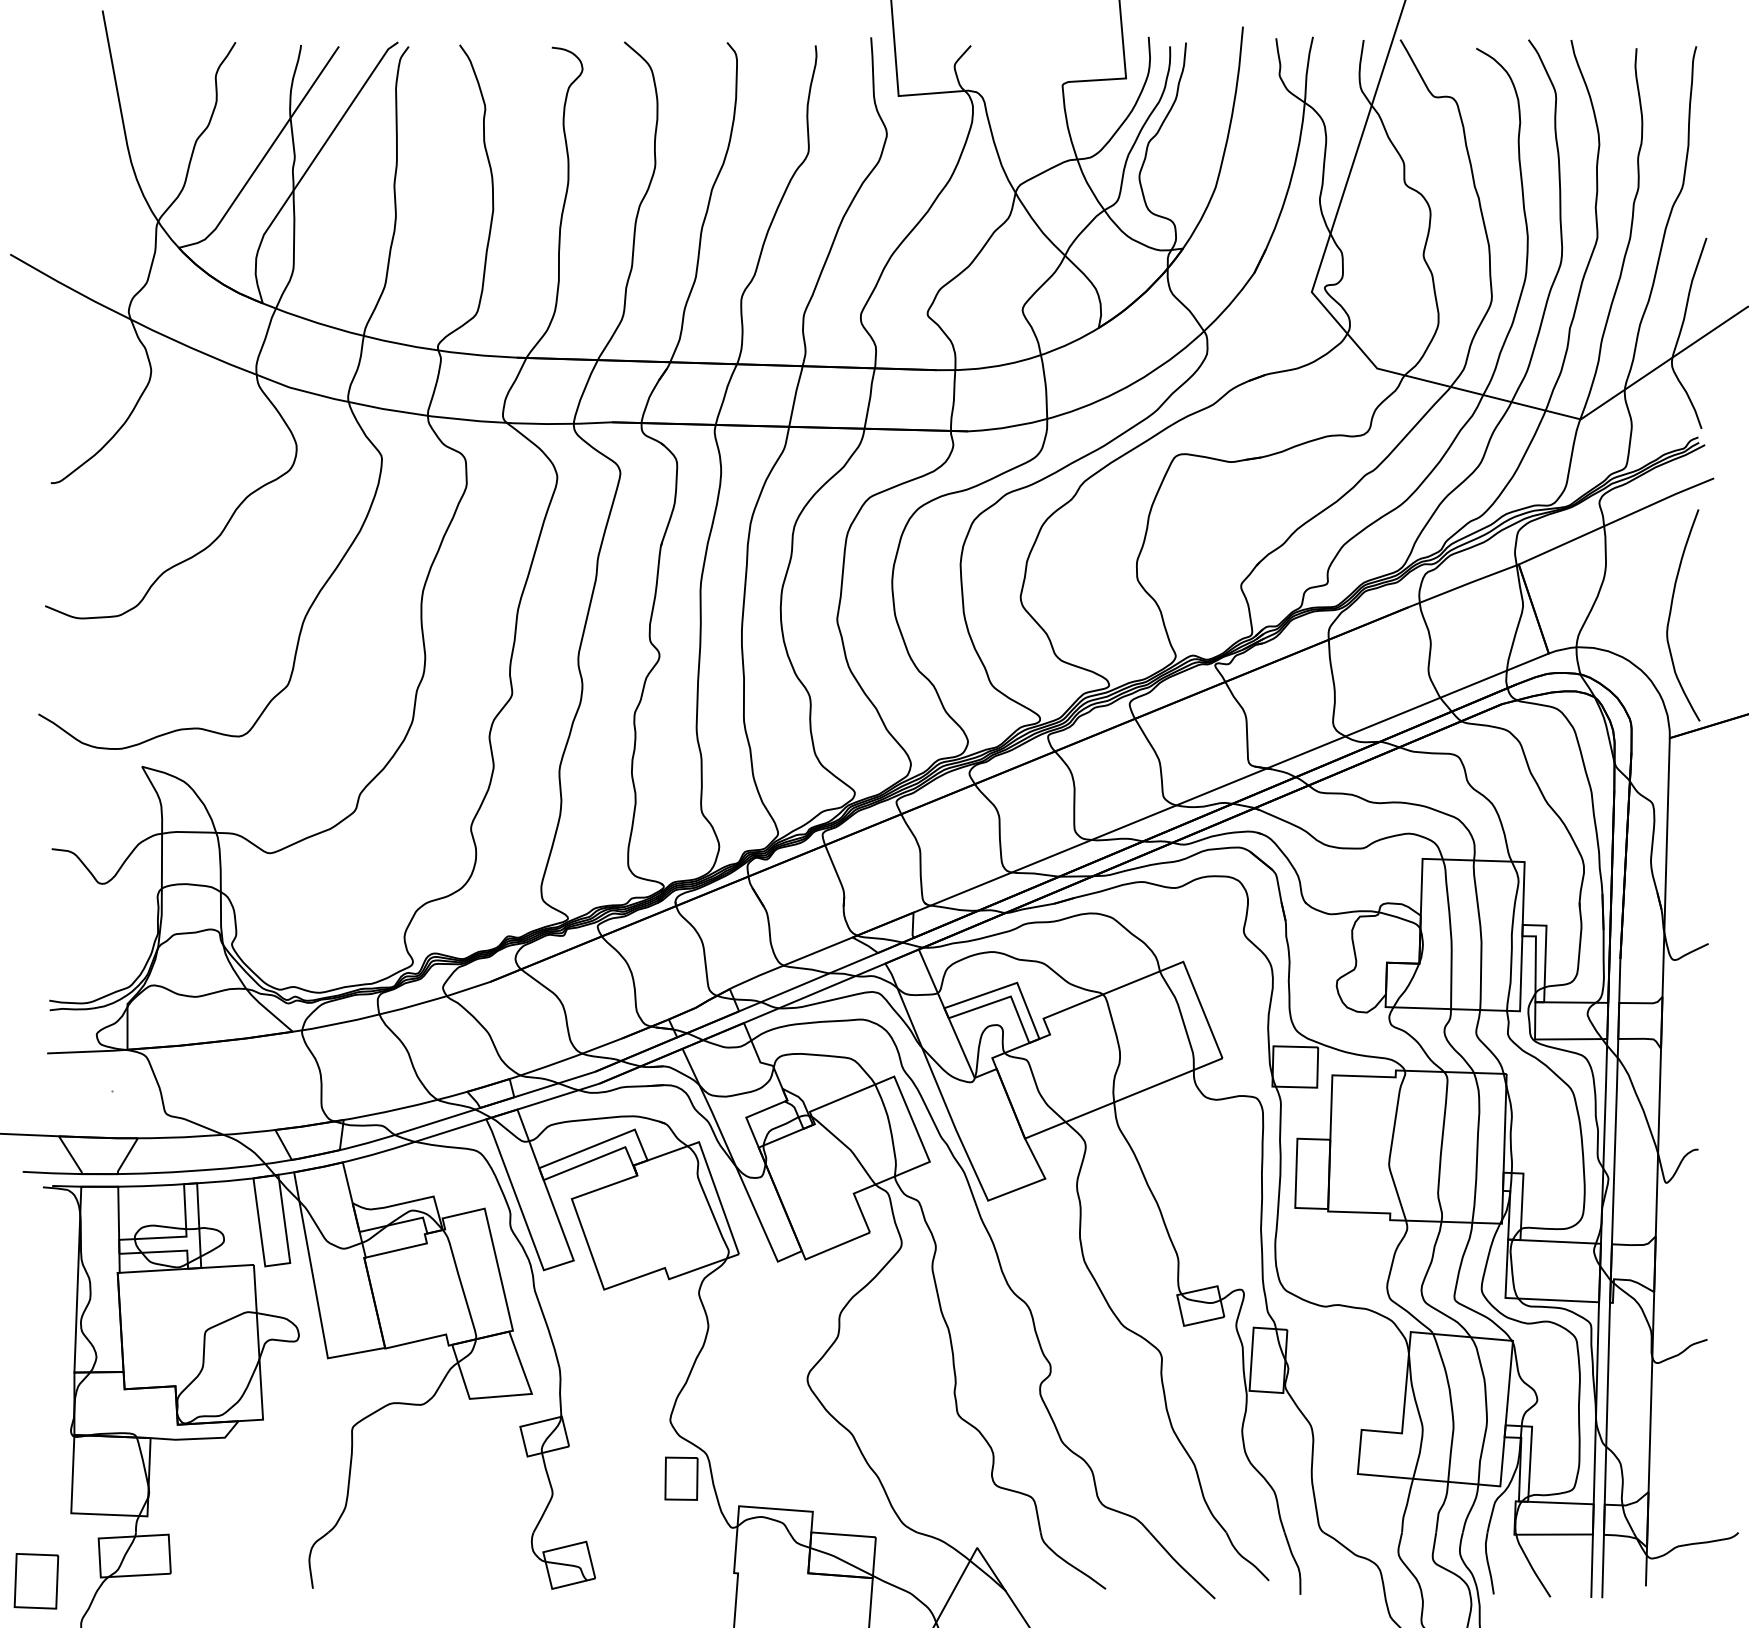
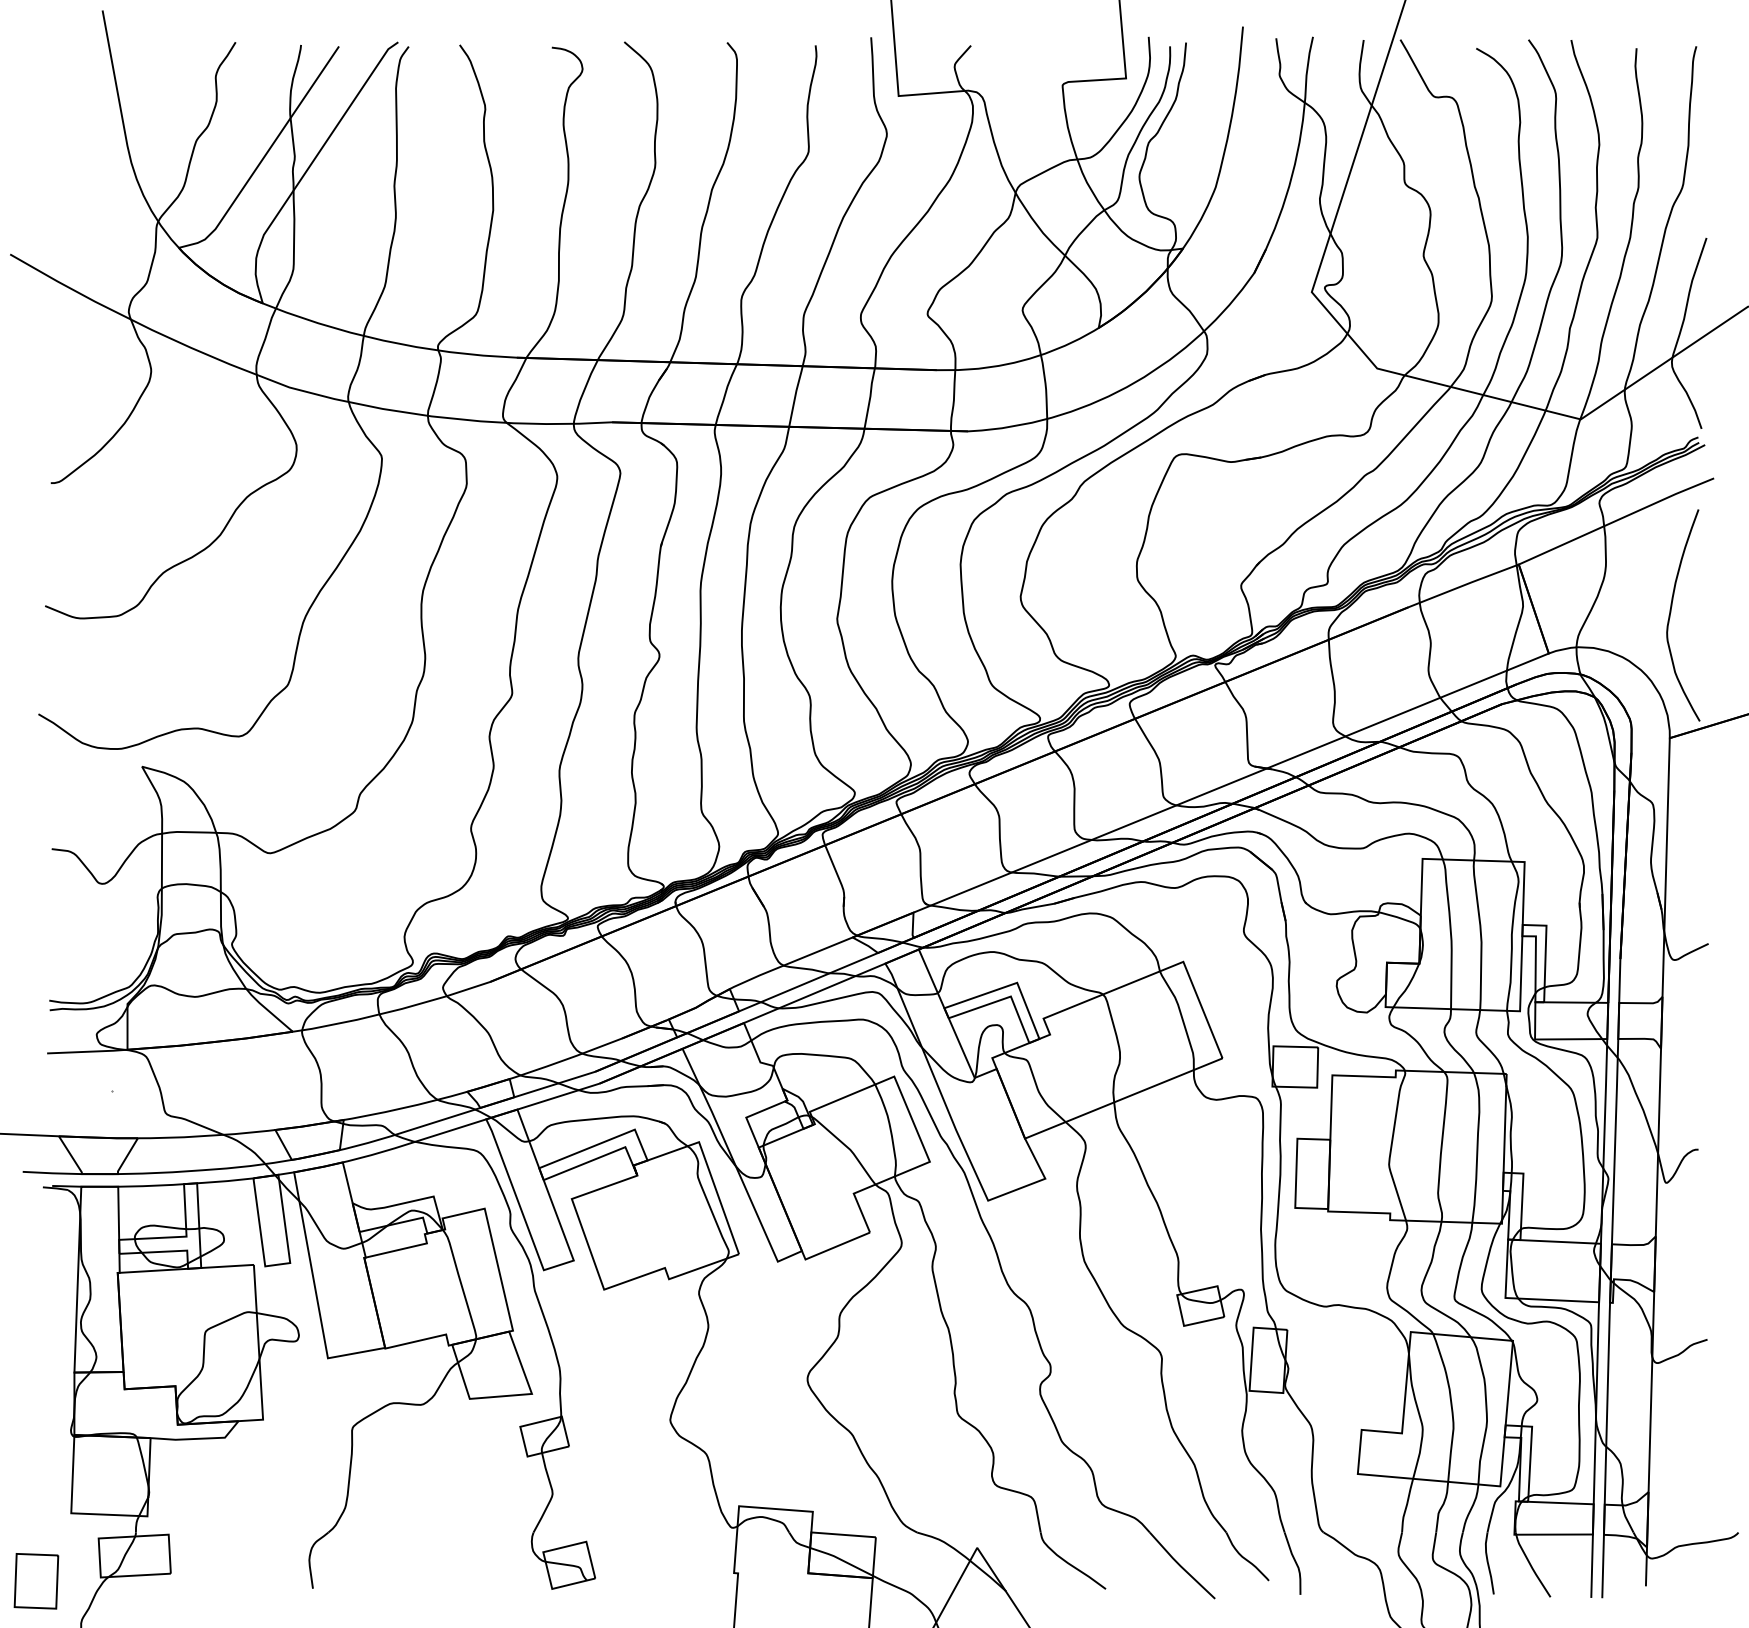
part at (681, 1478): present -> none
